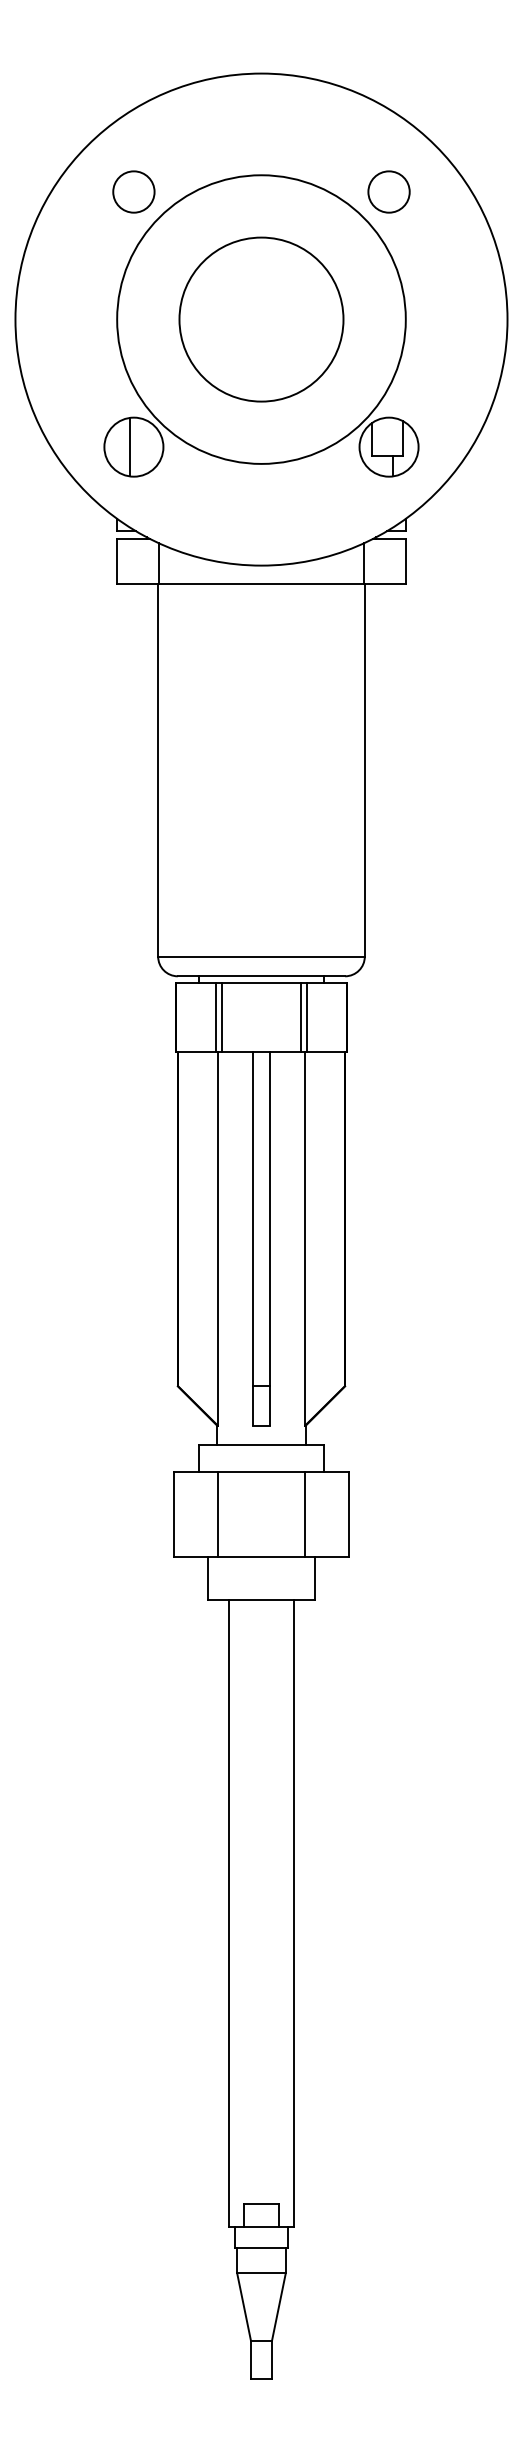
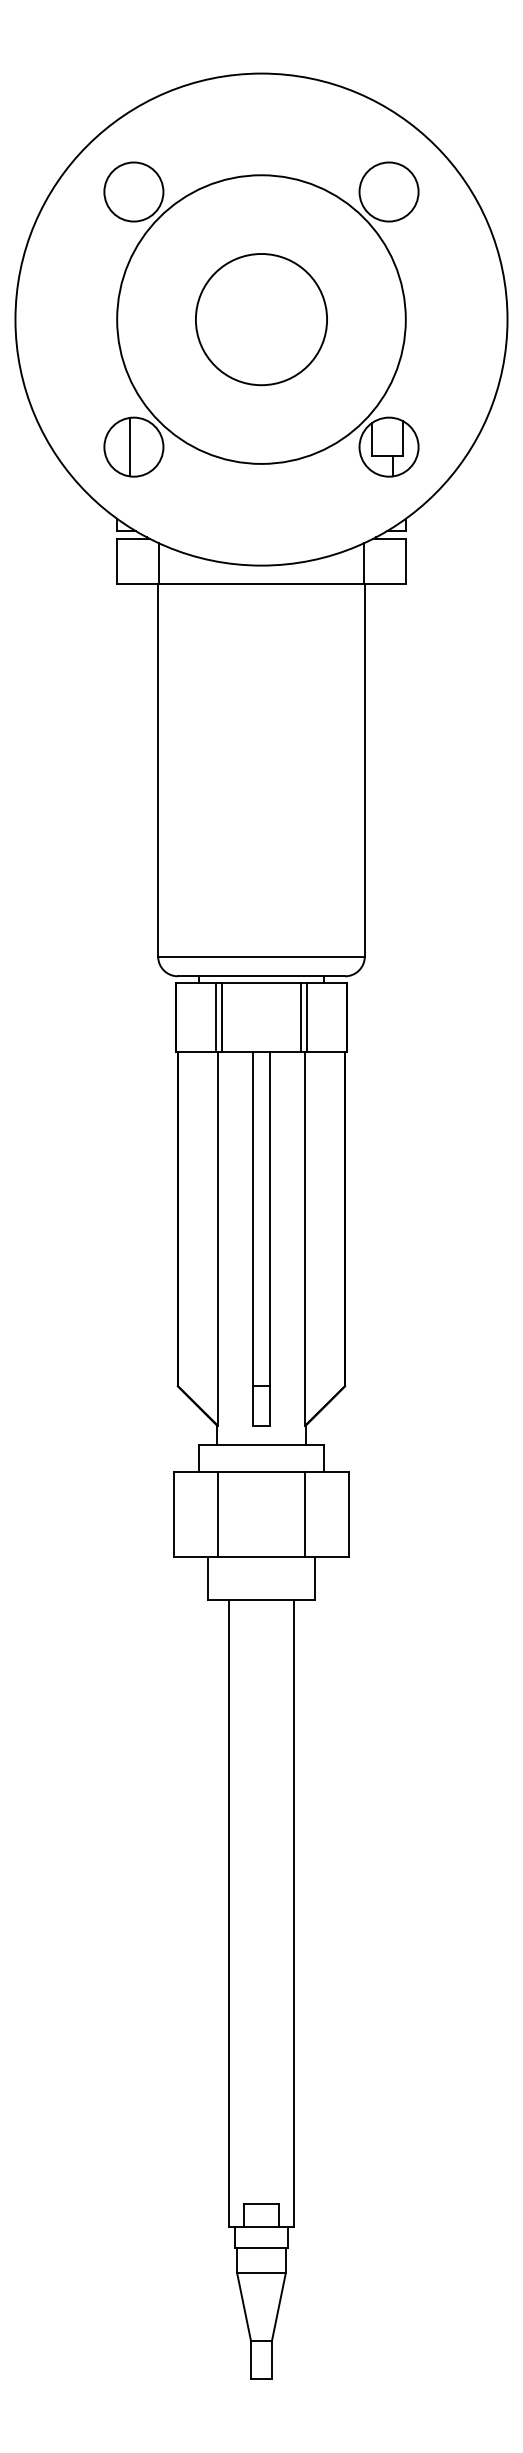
circle at (133, 191) diameter: 41 px -> 59 px
circle at (388, 191) diameter: 41 px -> 59 px
circle at (261, 319) diameter: 164 px -> 131 px
